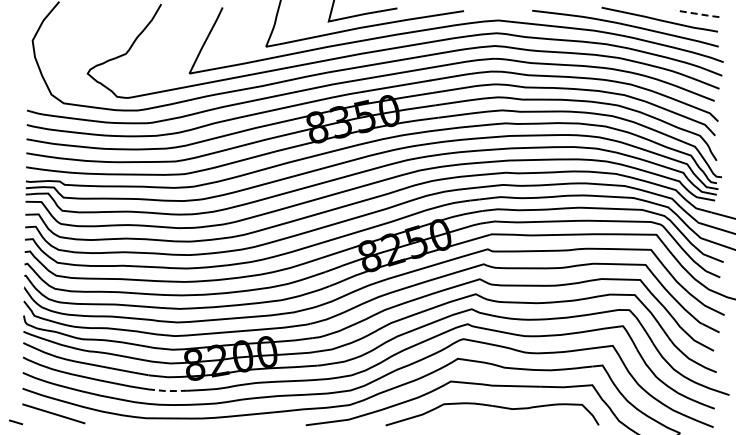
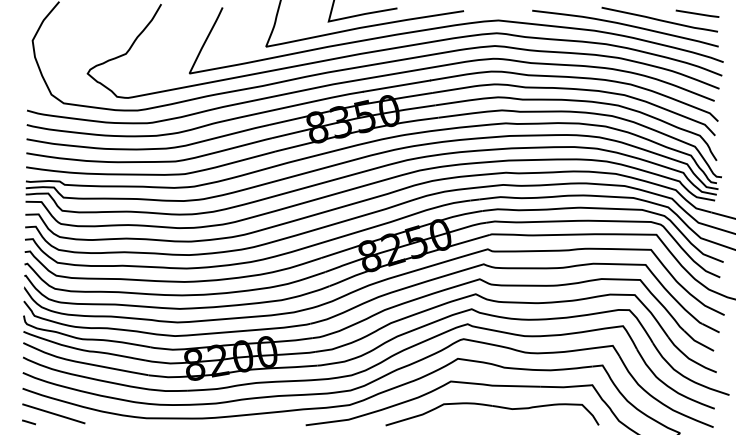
line at (698, 14): dashed -> solid
line at (169, 391): dashed -> solid
line at (16, 422) position: (16, 422) -> (29, 422)
